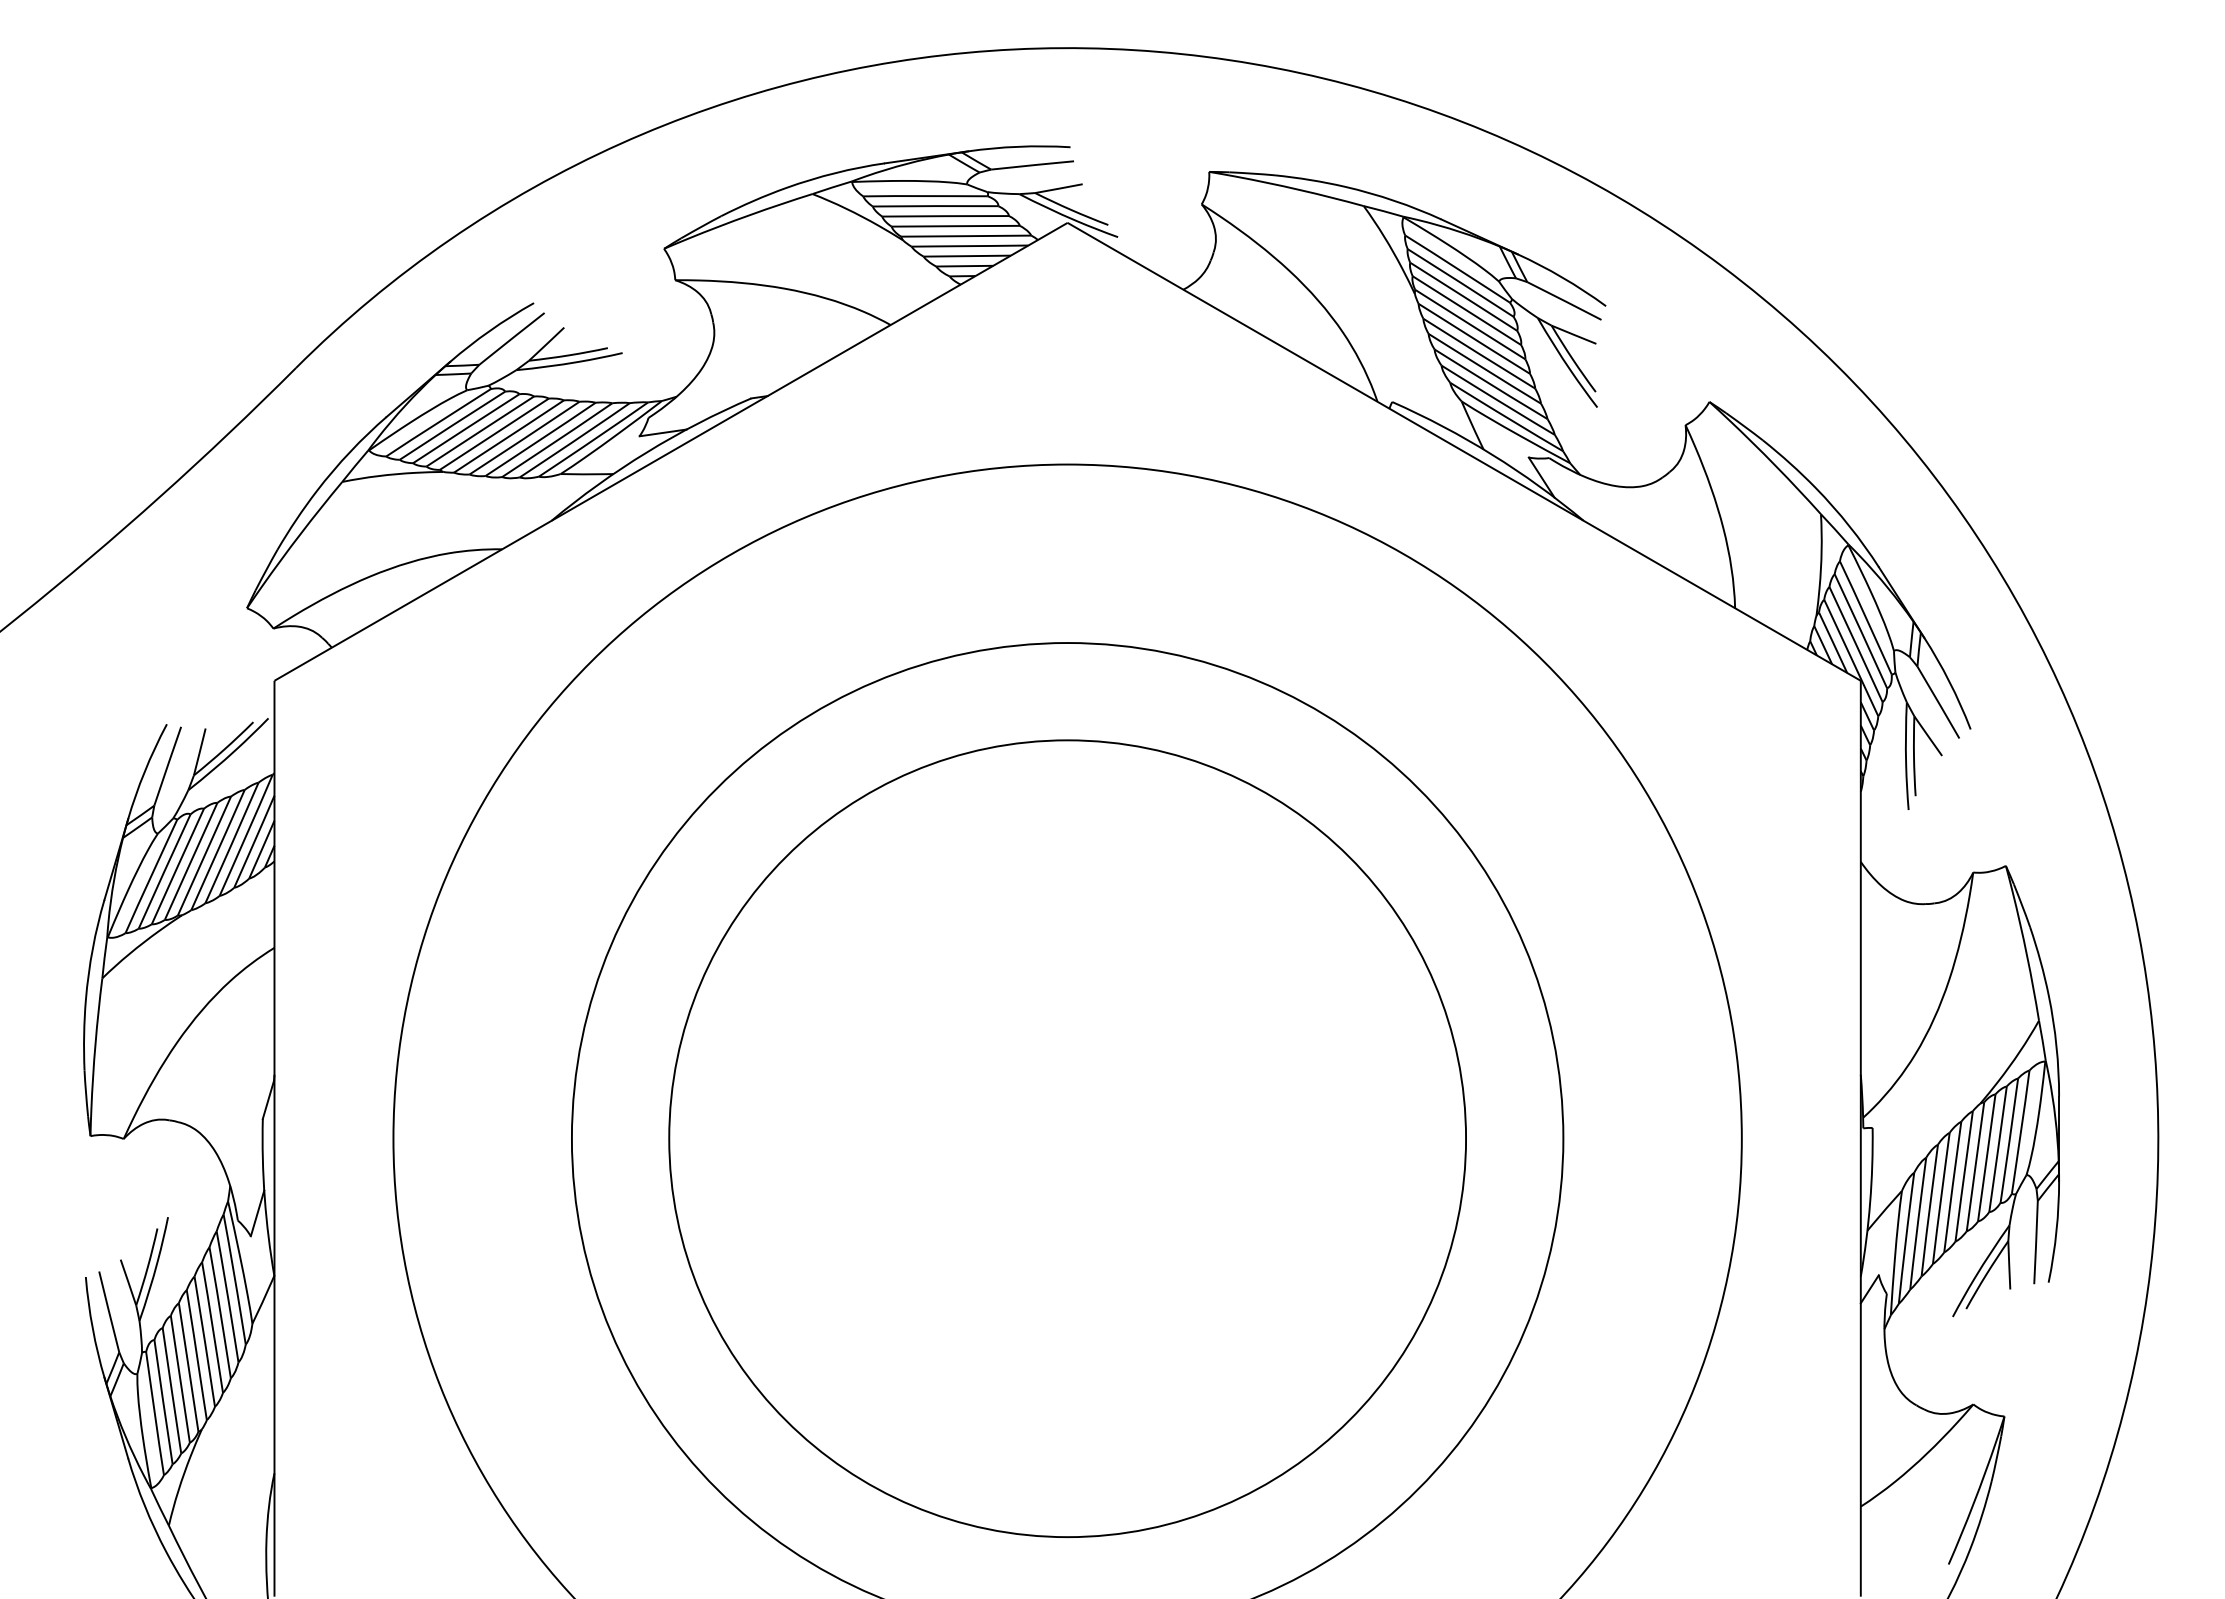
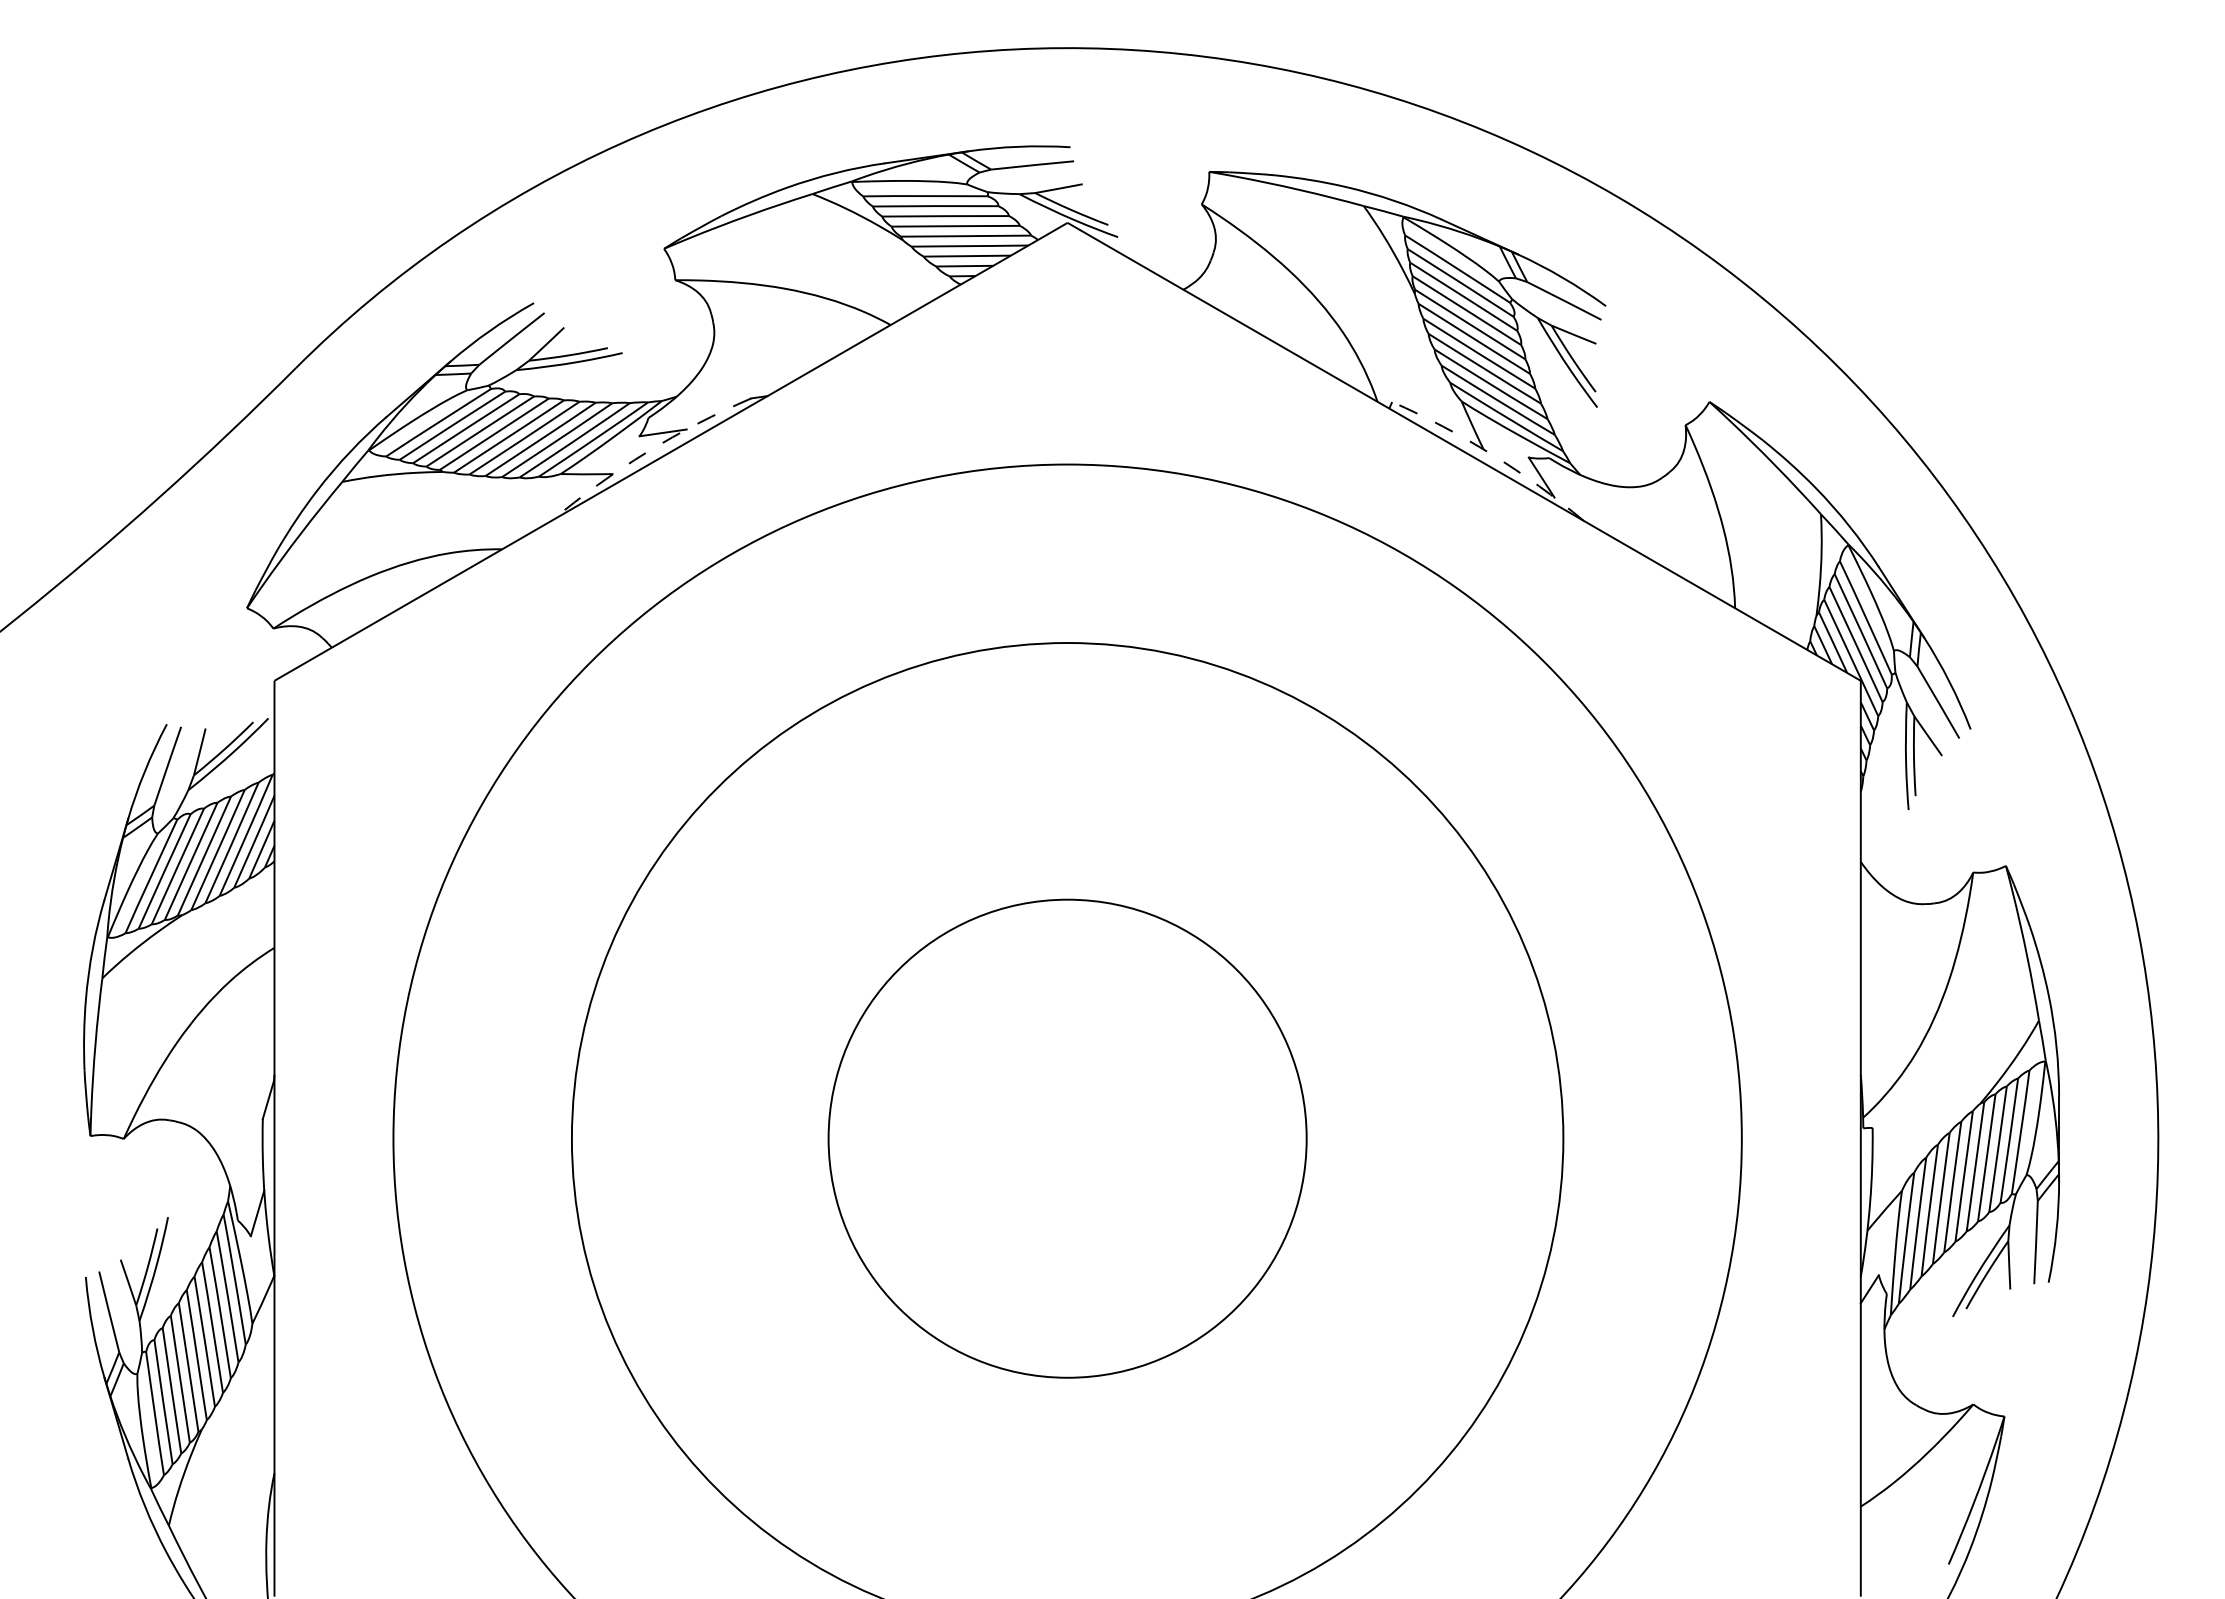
arc at (647, 452): solid -> dashed
arc at (1492, 454): solid -> dashed
circle at (1067, 1138) diameter: 797 px -> 478 px
